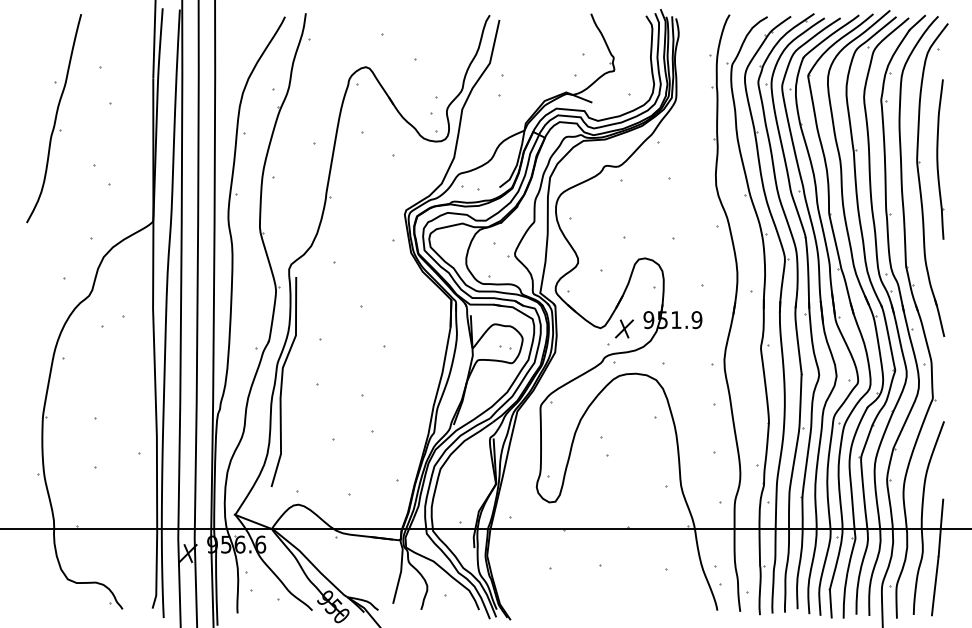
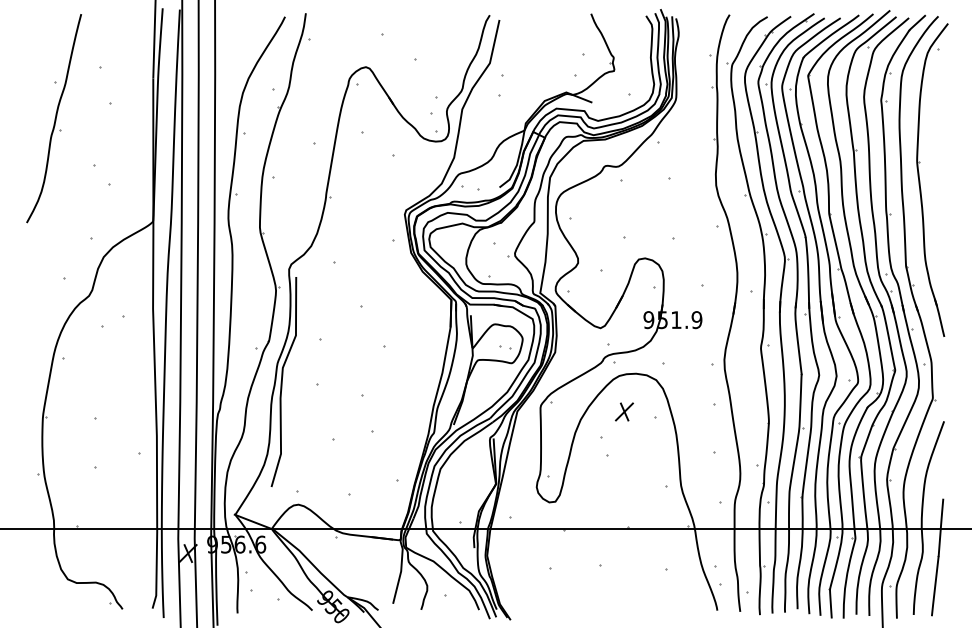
part at (940, 159): present -> none
part at (624, 328) position: (624, 328) -> (624, 411)
